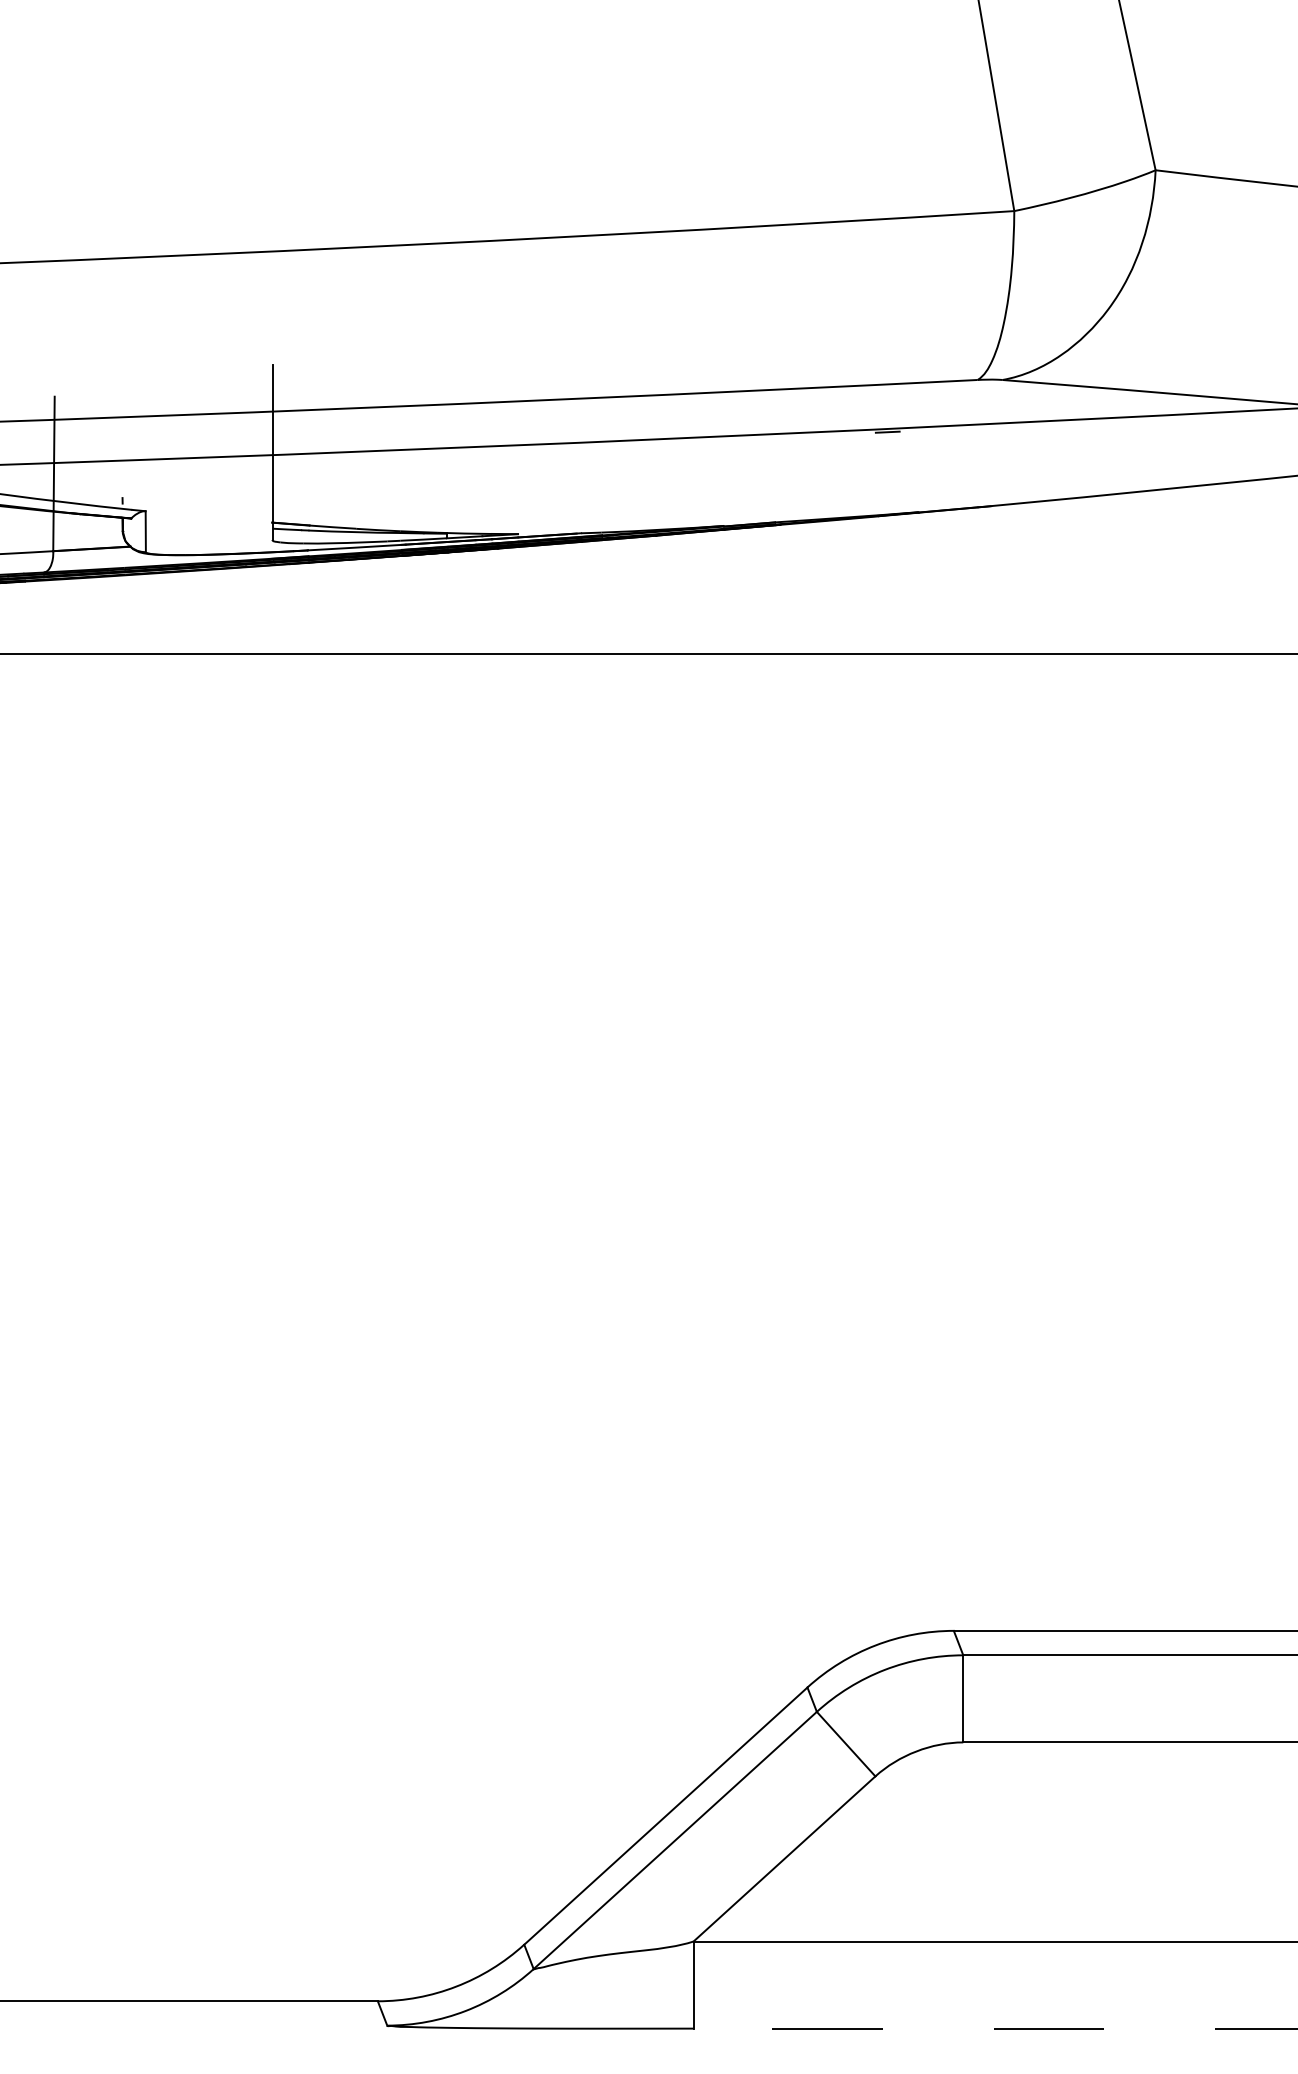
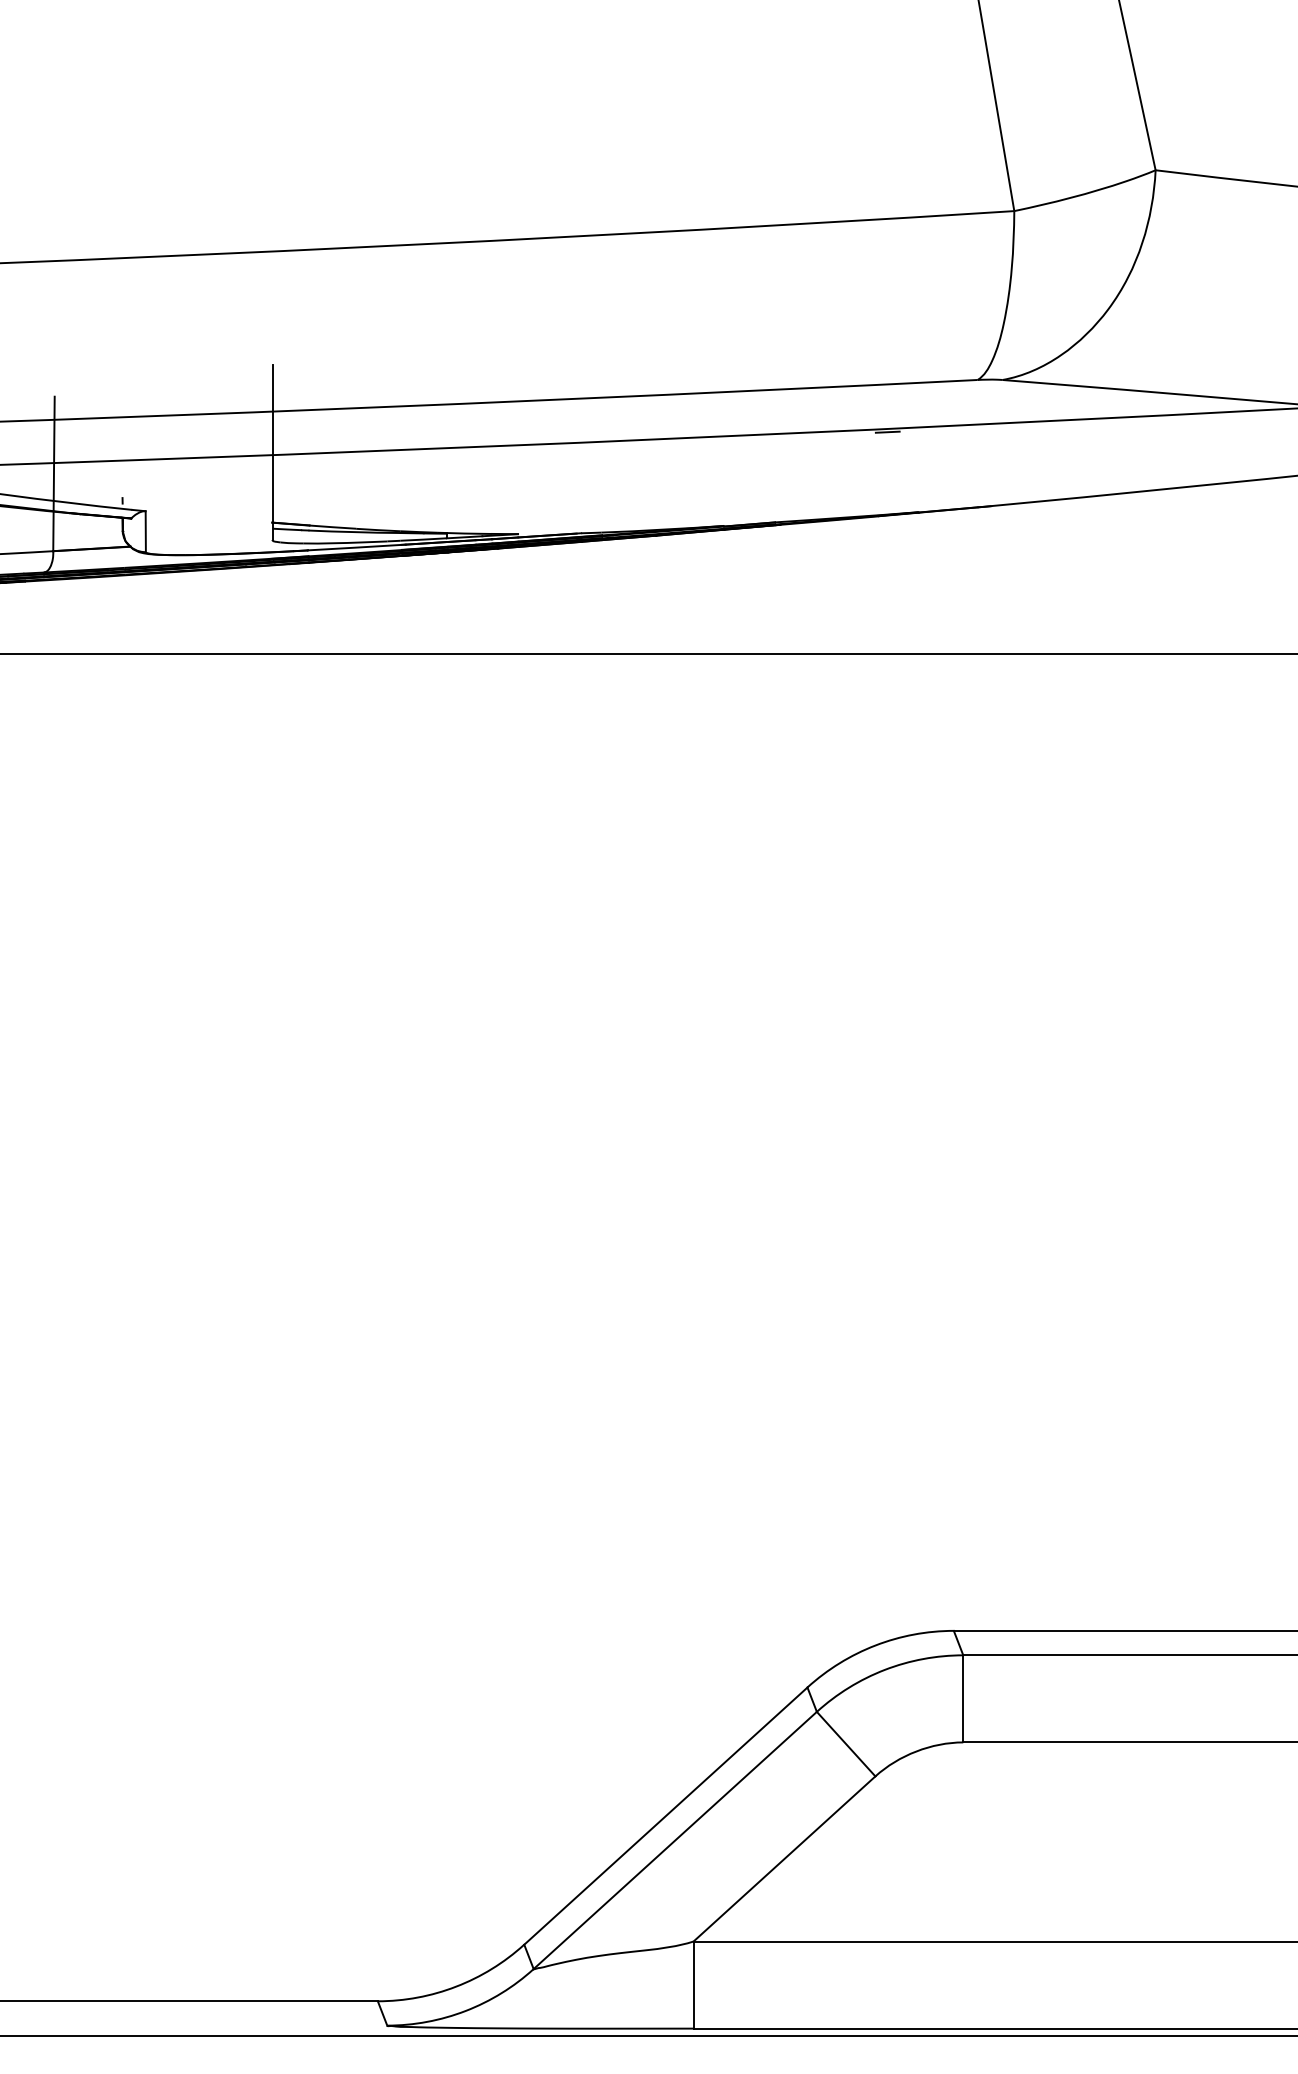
line at (995, 2028): dashed -> solid
line at (648, 2035): none -> present
